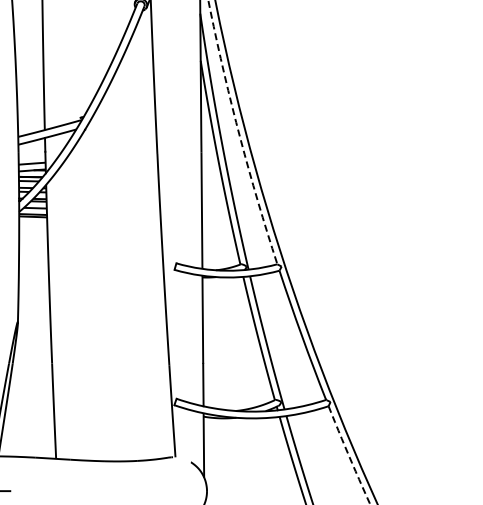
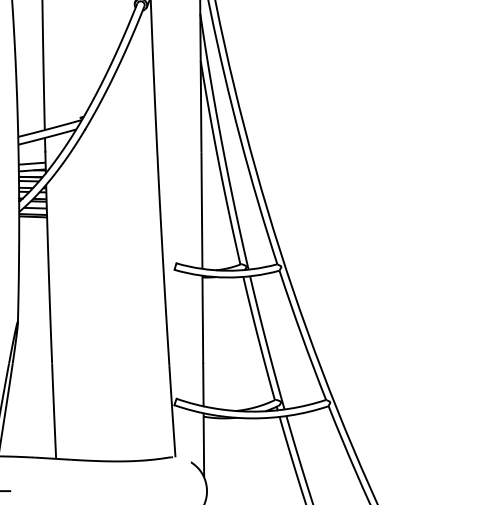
arc at (239, 133): dashed -> solid
arc at (349, 455): dashed -> solid
